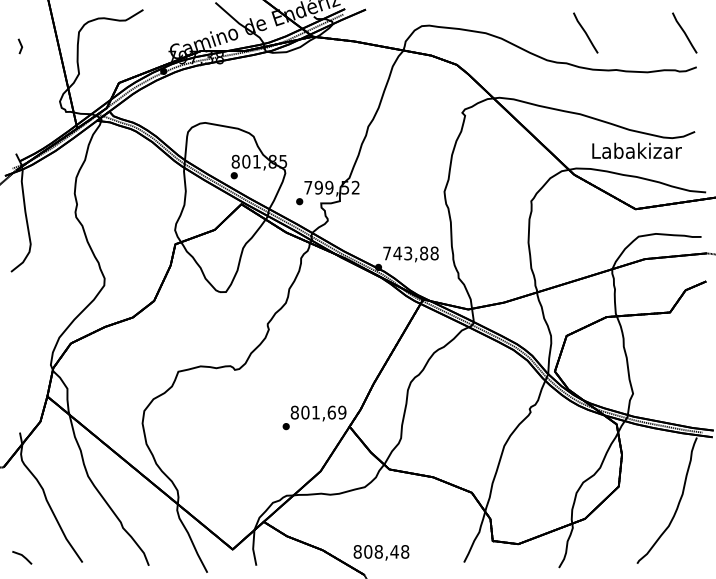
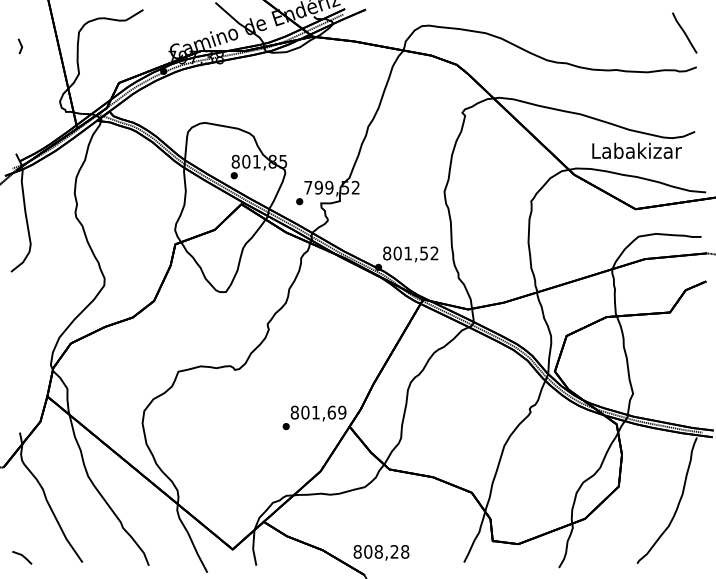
line at (585, 32): present -> none
text at (410, 253): 743,88 -> 801,52
text at (394, 551): 808,48 -> 808,28
